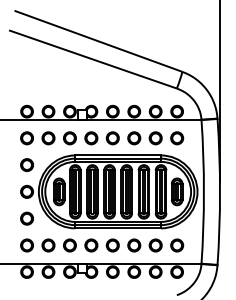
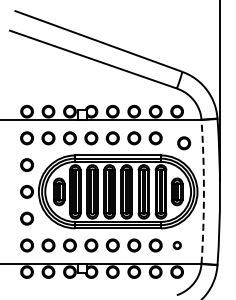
circle at (177, 138) position: (177, 138) -> (184, 143)
arc at (203, 191): solid -> dashed
circle at (177, 245) size: 15x15 px -> 10x9 px
